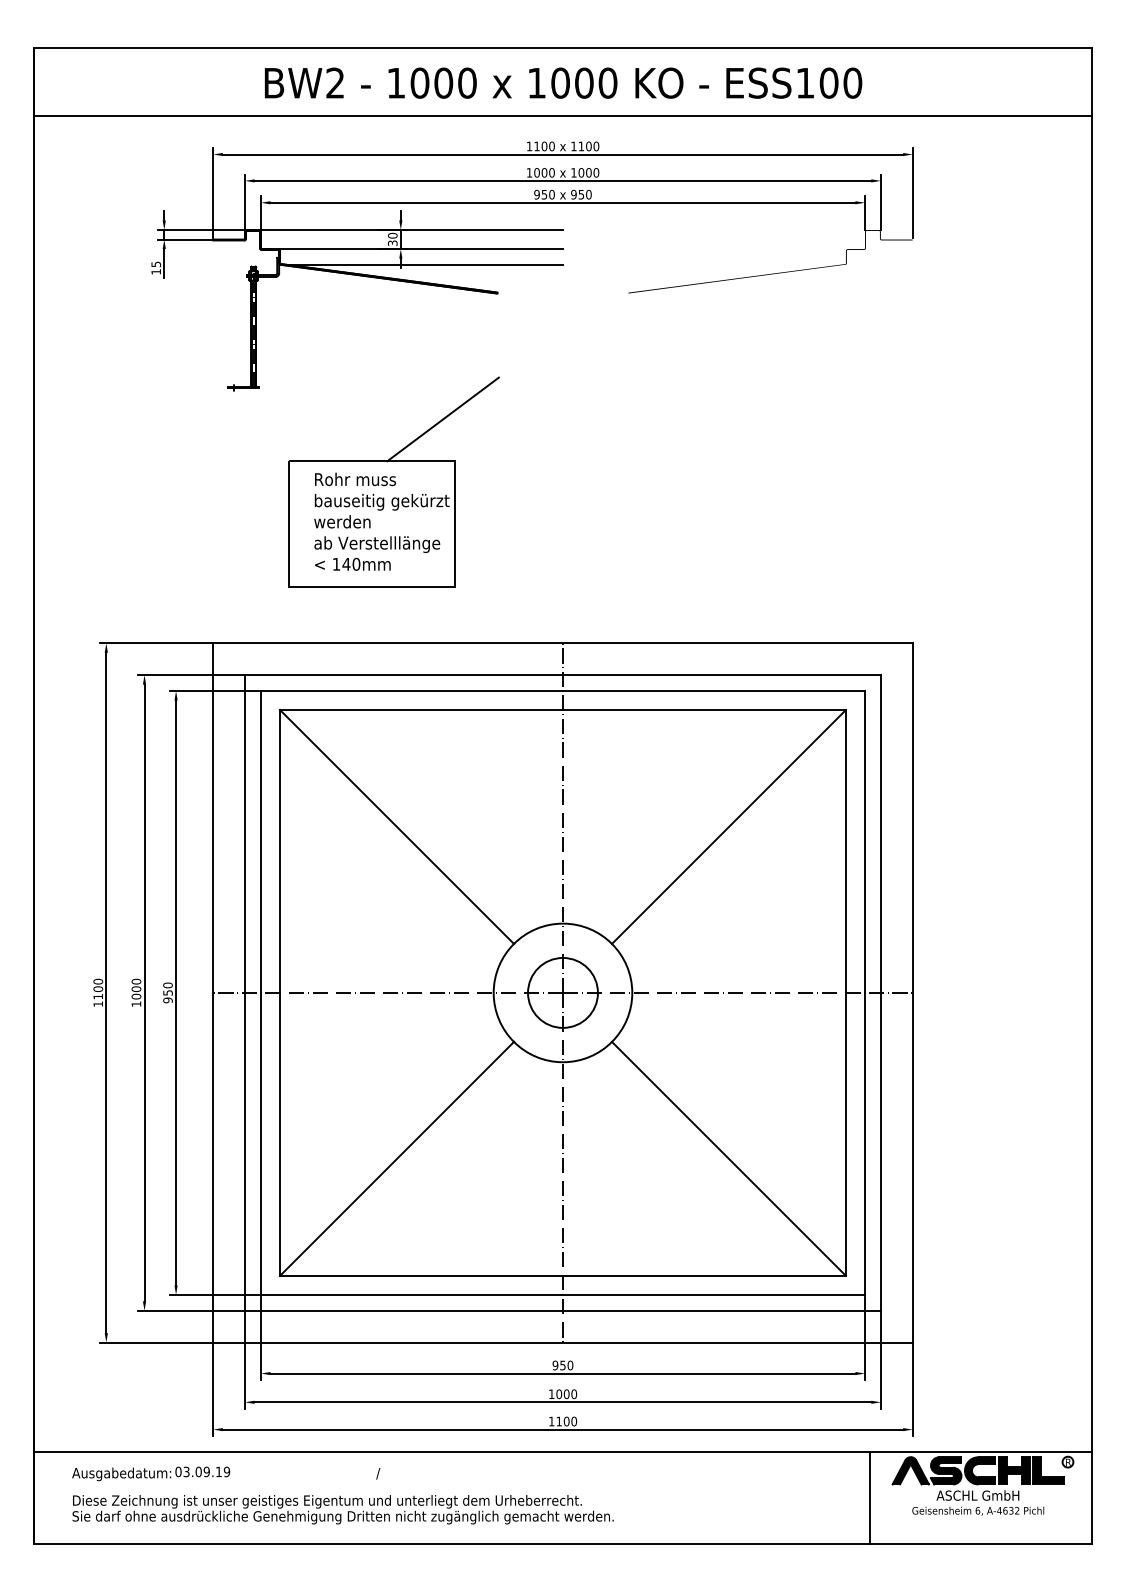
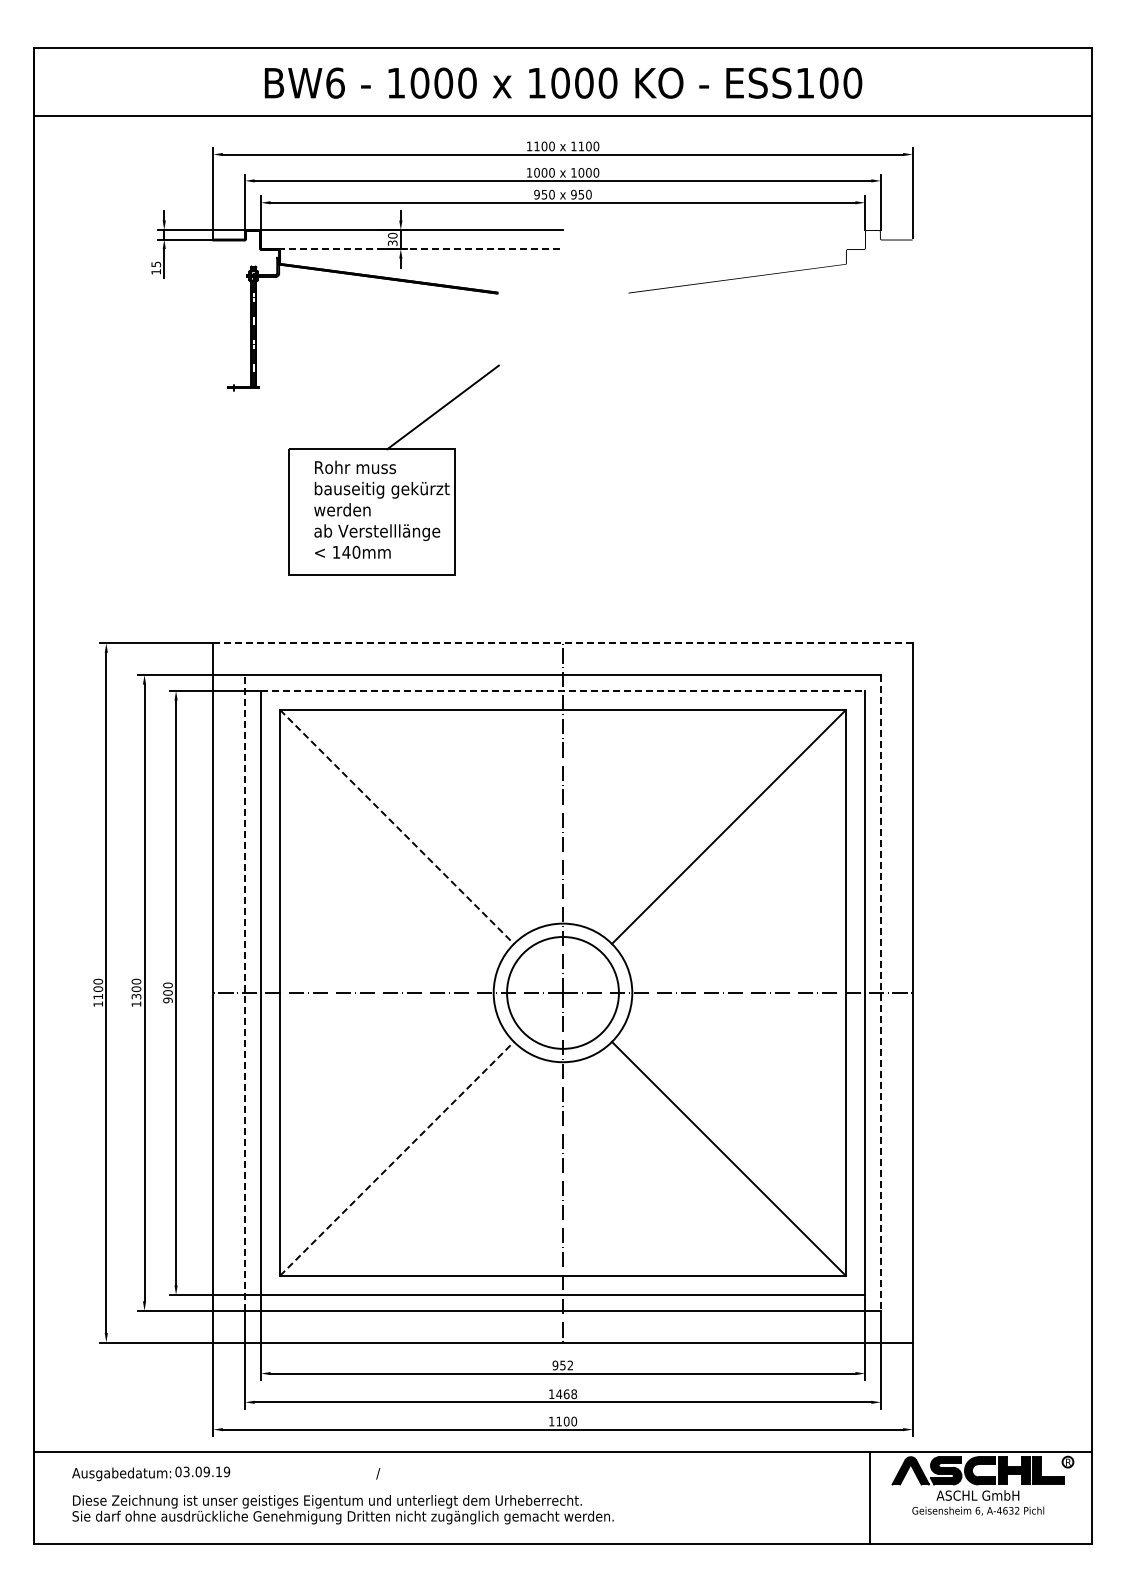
text at (335, 82): BW2 -> BW6
line at (421, 249): solid -> dashed
line at (424, 264): present -> none
part at (393, 481) position: (393, 481) -> (393, 469)
line at (562, 643): solid -> dashed
line at (563, 690): solid -> dashed
line at (397, 827): solid -> dashed
text at (167, 992): 950 -> 900
line at (245, 992): solid -> dashed
circle at (562, 992) diameter: 70 px -> 112 px
line at (880, 992): solid -> dashed
text at (136, 996): 1000 -> 1300
line at (397, 1158): solid -> dashed
text at (570, 1365): 950 -> 952
text at (566, 1394): 1000 -> 1468
